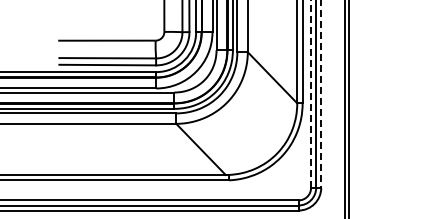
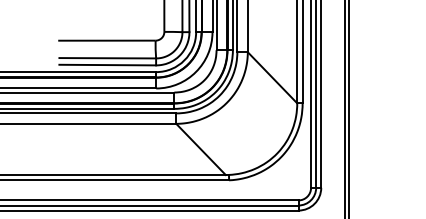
line at (311, 94): dashed -> solid
line at (321, 94): dashed -> solid
